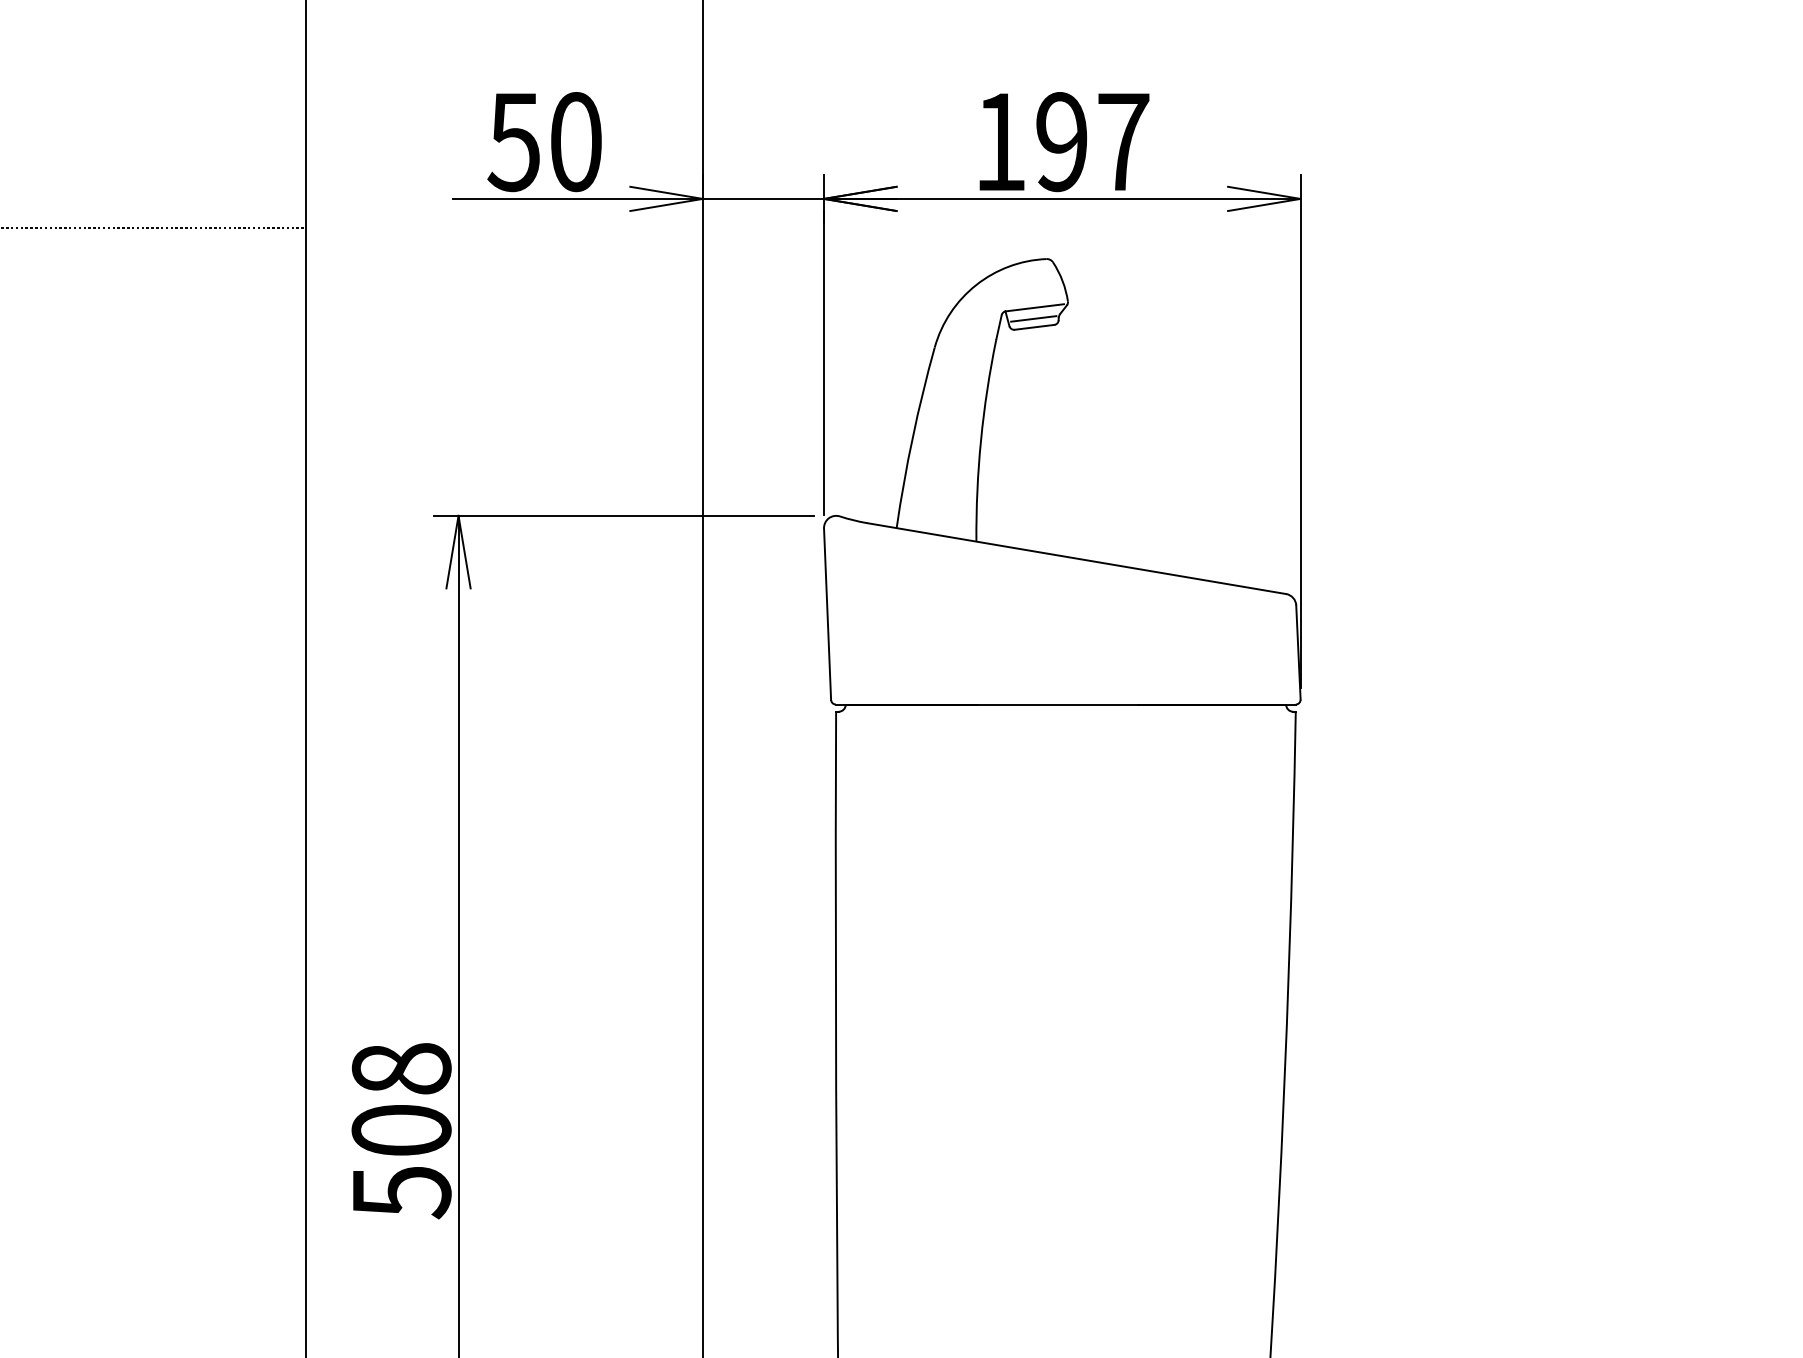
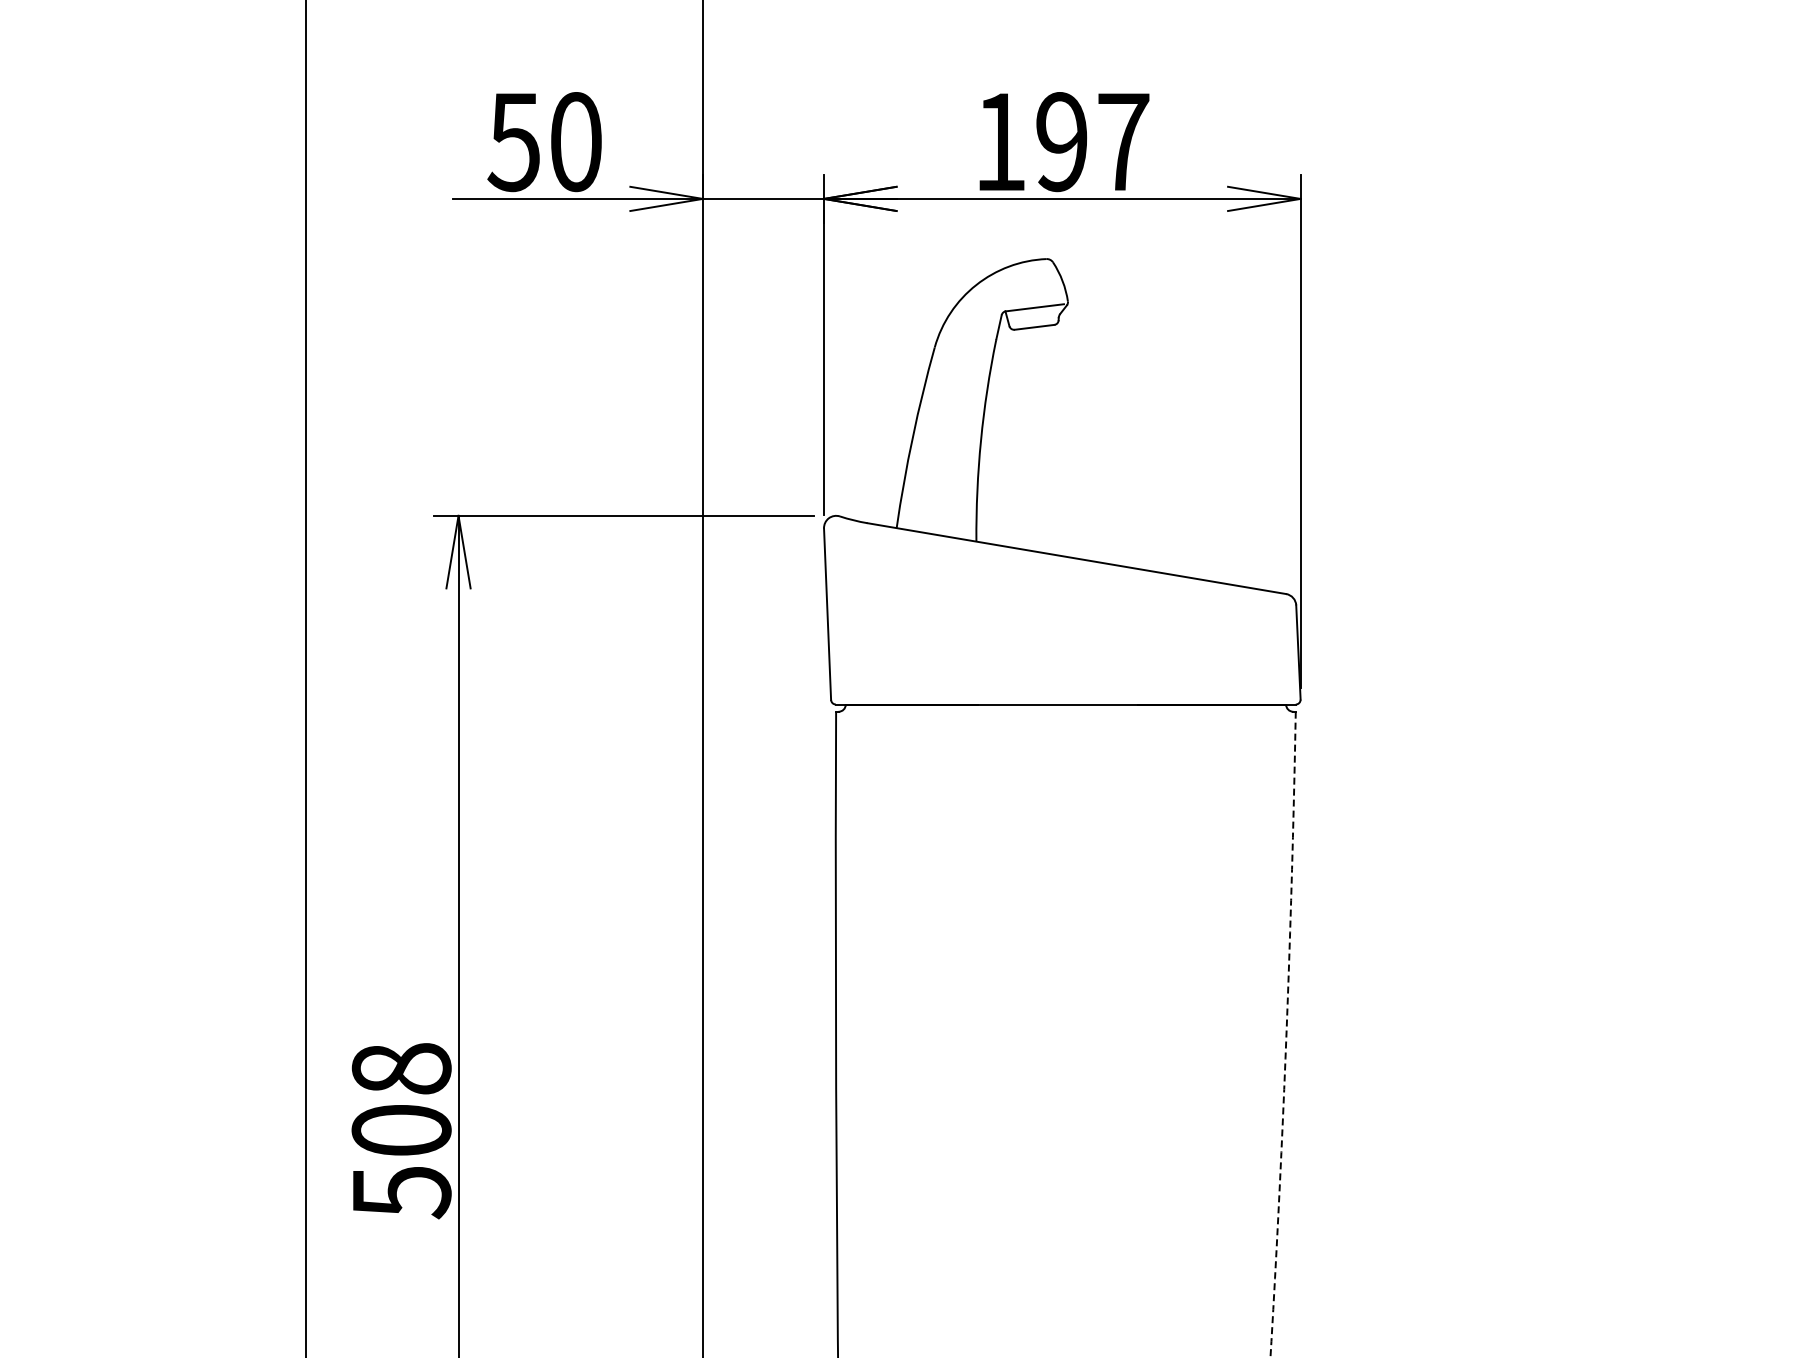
line at (154, 227): present -> none
line at (1033, 318): present -> none
arc at (1286, 1034): solid -> dashed
